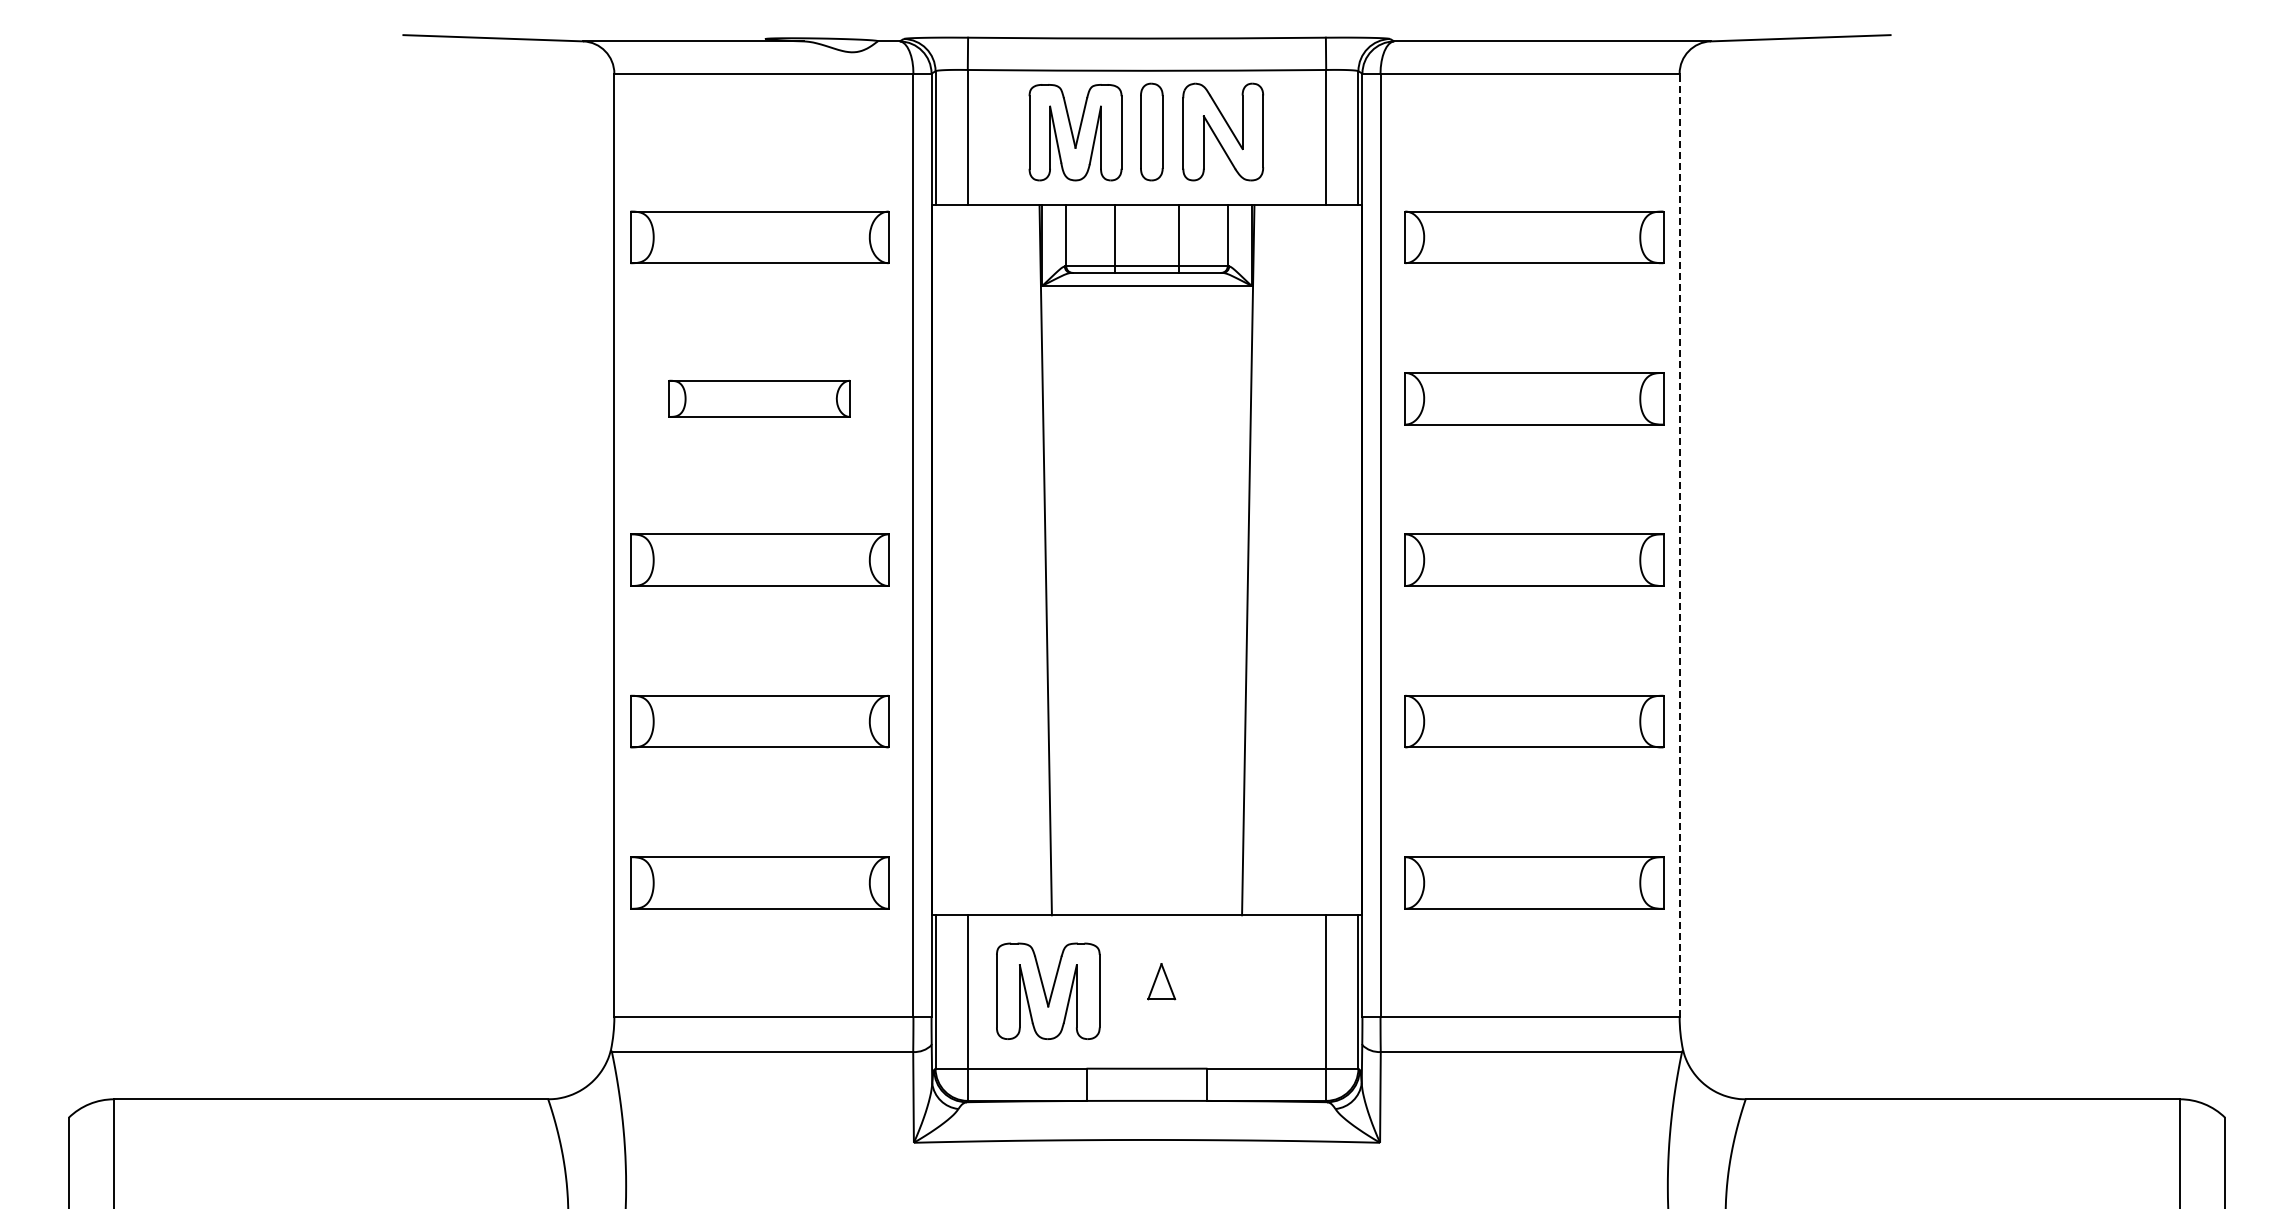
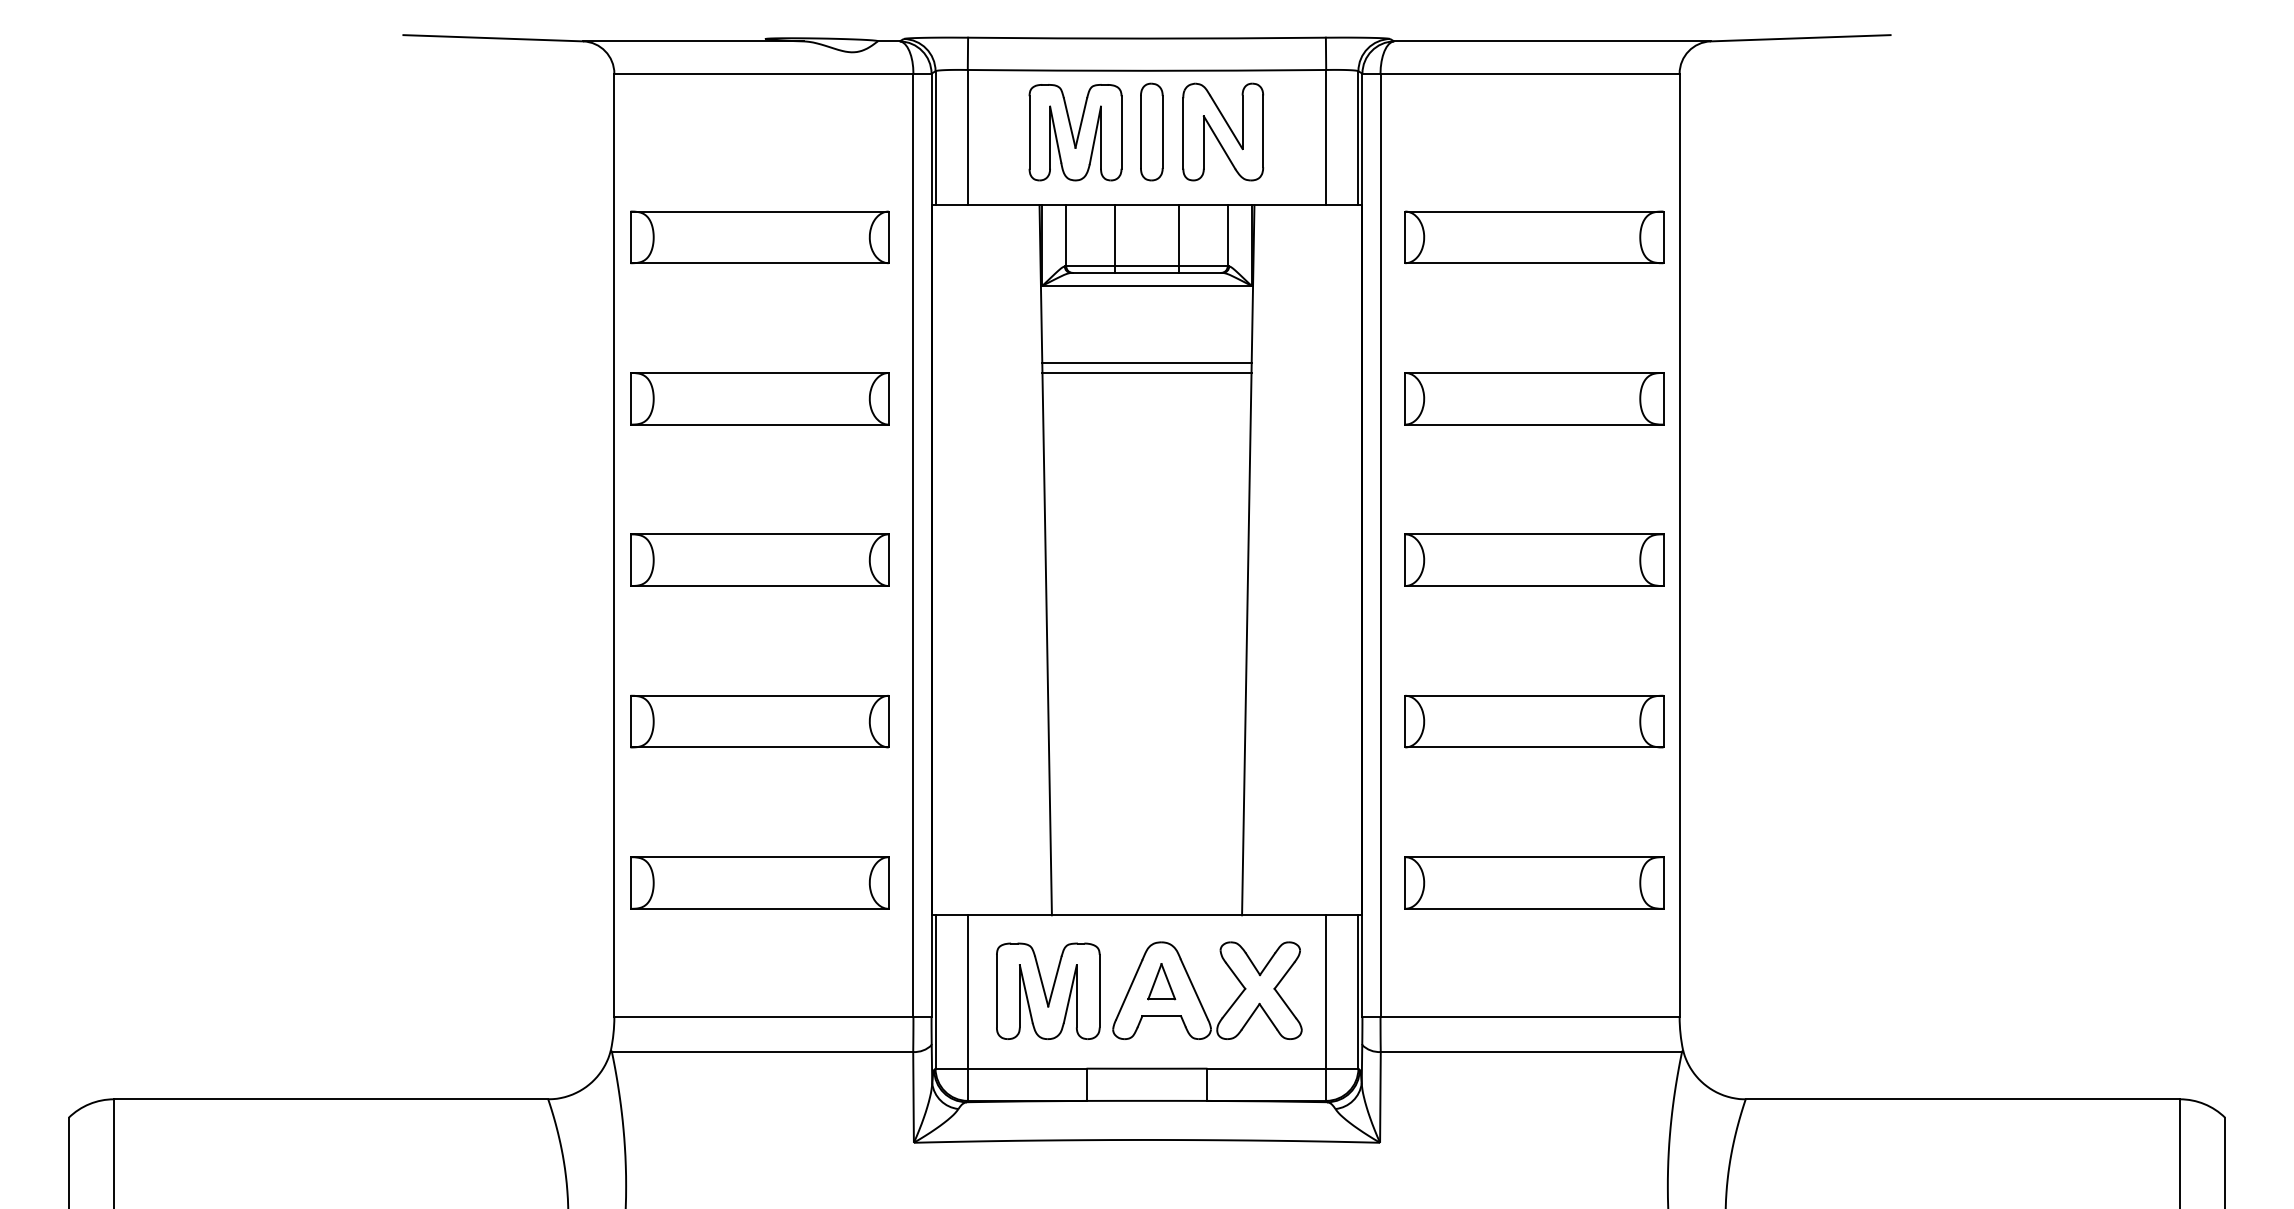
line at (1146, 363): none -> present
line at (1146, 372): none -> present
part at (759, 398) size: 183x39 px -> 260x54 px
line at (1679, 545): dashed -> solid
part at (1198, 995): none -> present
